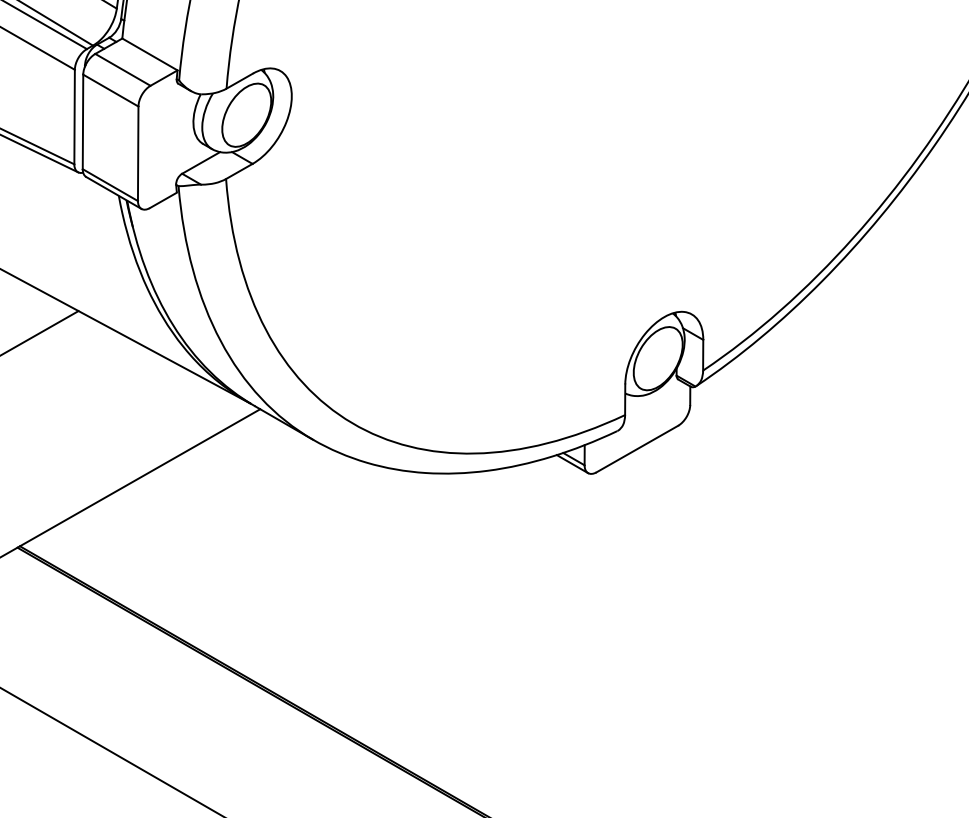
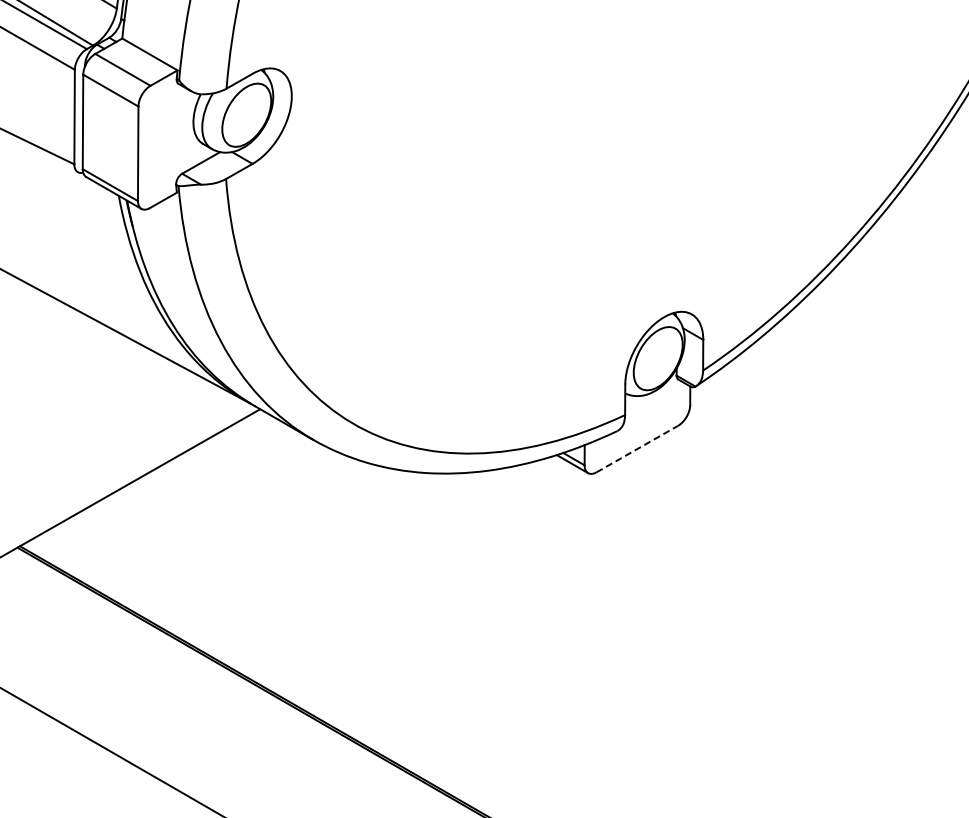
line at (40, 153): present -> none
line at (40, 332): present -> none
line at (637, 449): solid -> dashed
